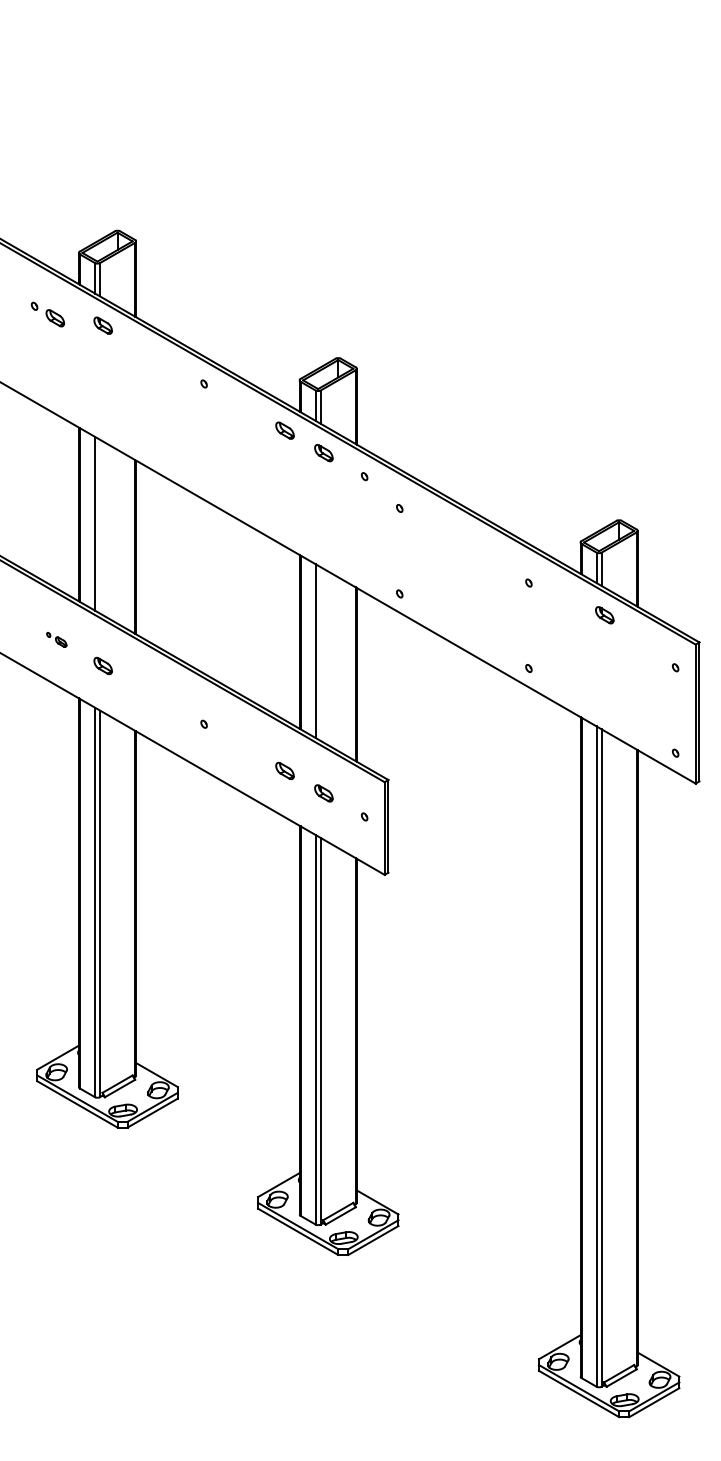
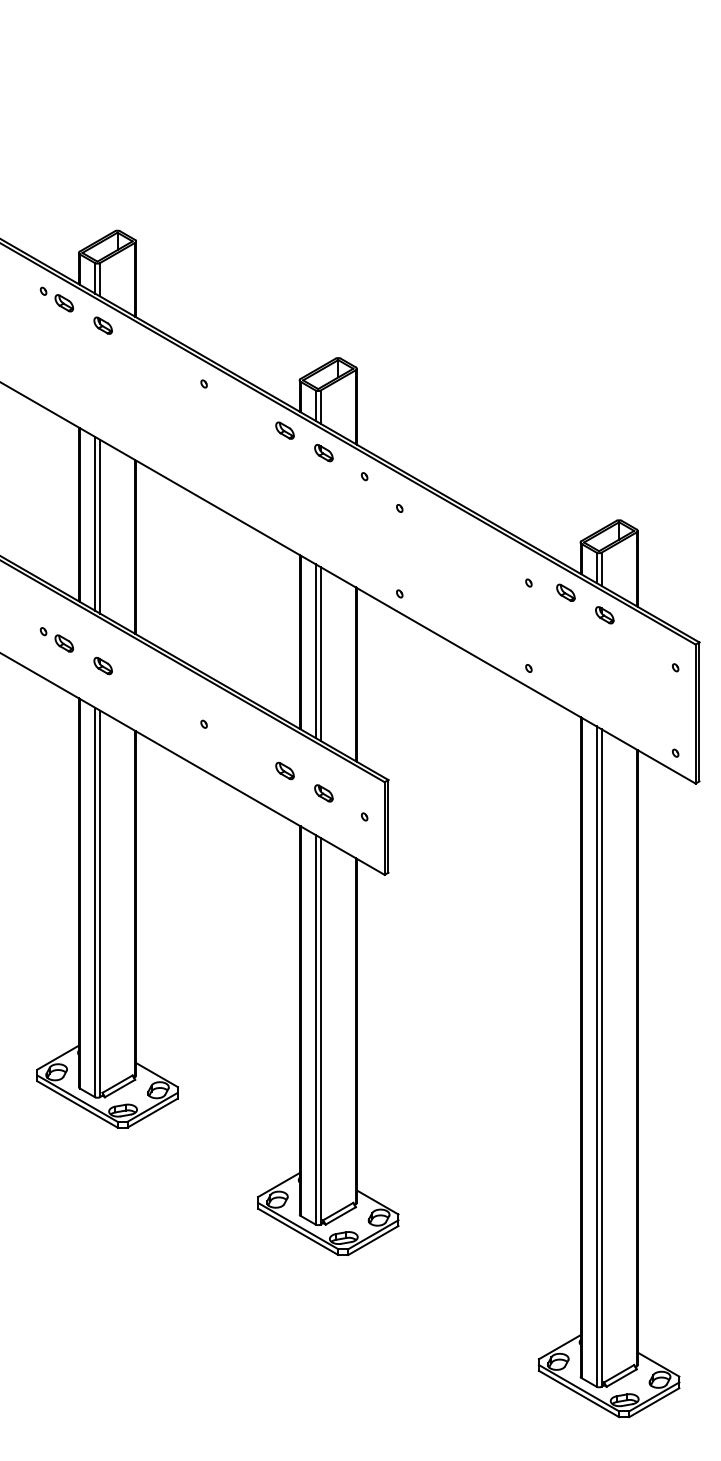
part at (47, 314) position: (47, 314) -> (56, 299)
line at (100, 526): none -> present
part at (565, 592): none -> present
part at (56, 639) size: 22x16 px -> 35x26 px
line at (320, 653): none -> present
